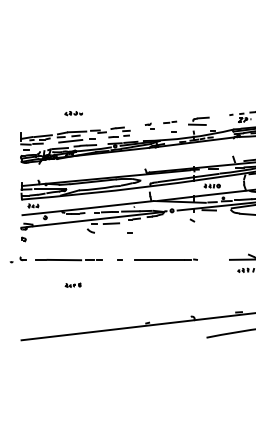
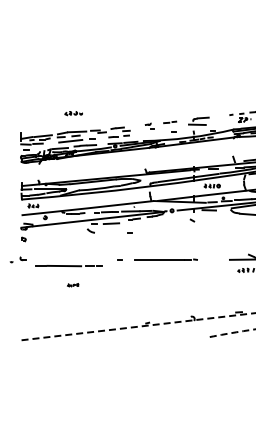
line at (68, 260) position: (68, 260) -> (68, 266)
part at (72, 284) size: 18x6 px -> 13x5 px
line at (138, 326): solid -> dashed
arc at (231, 333): solid -> dashed
